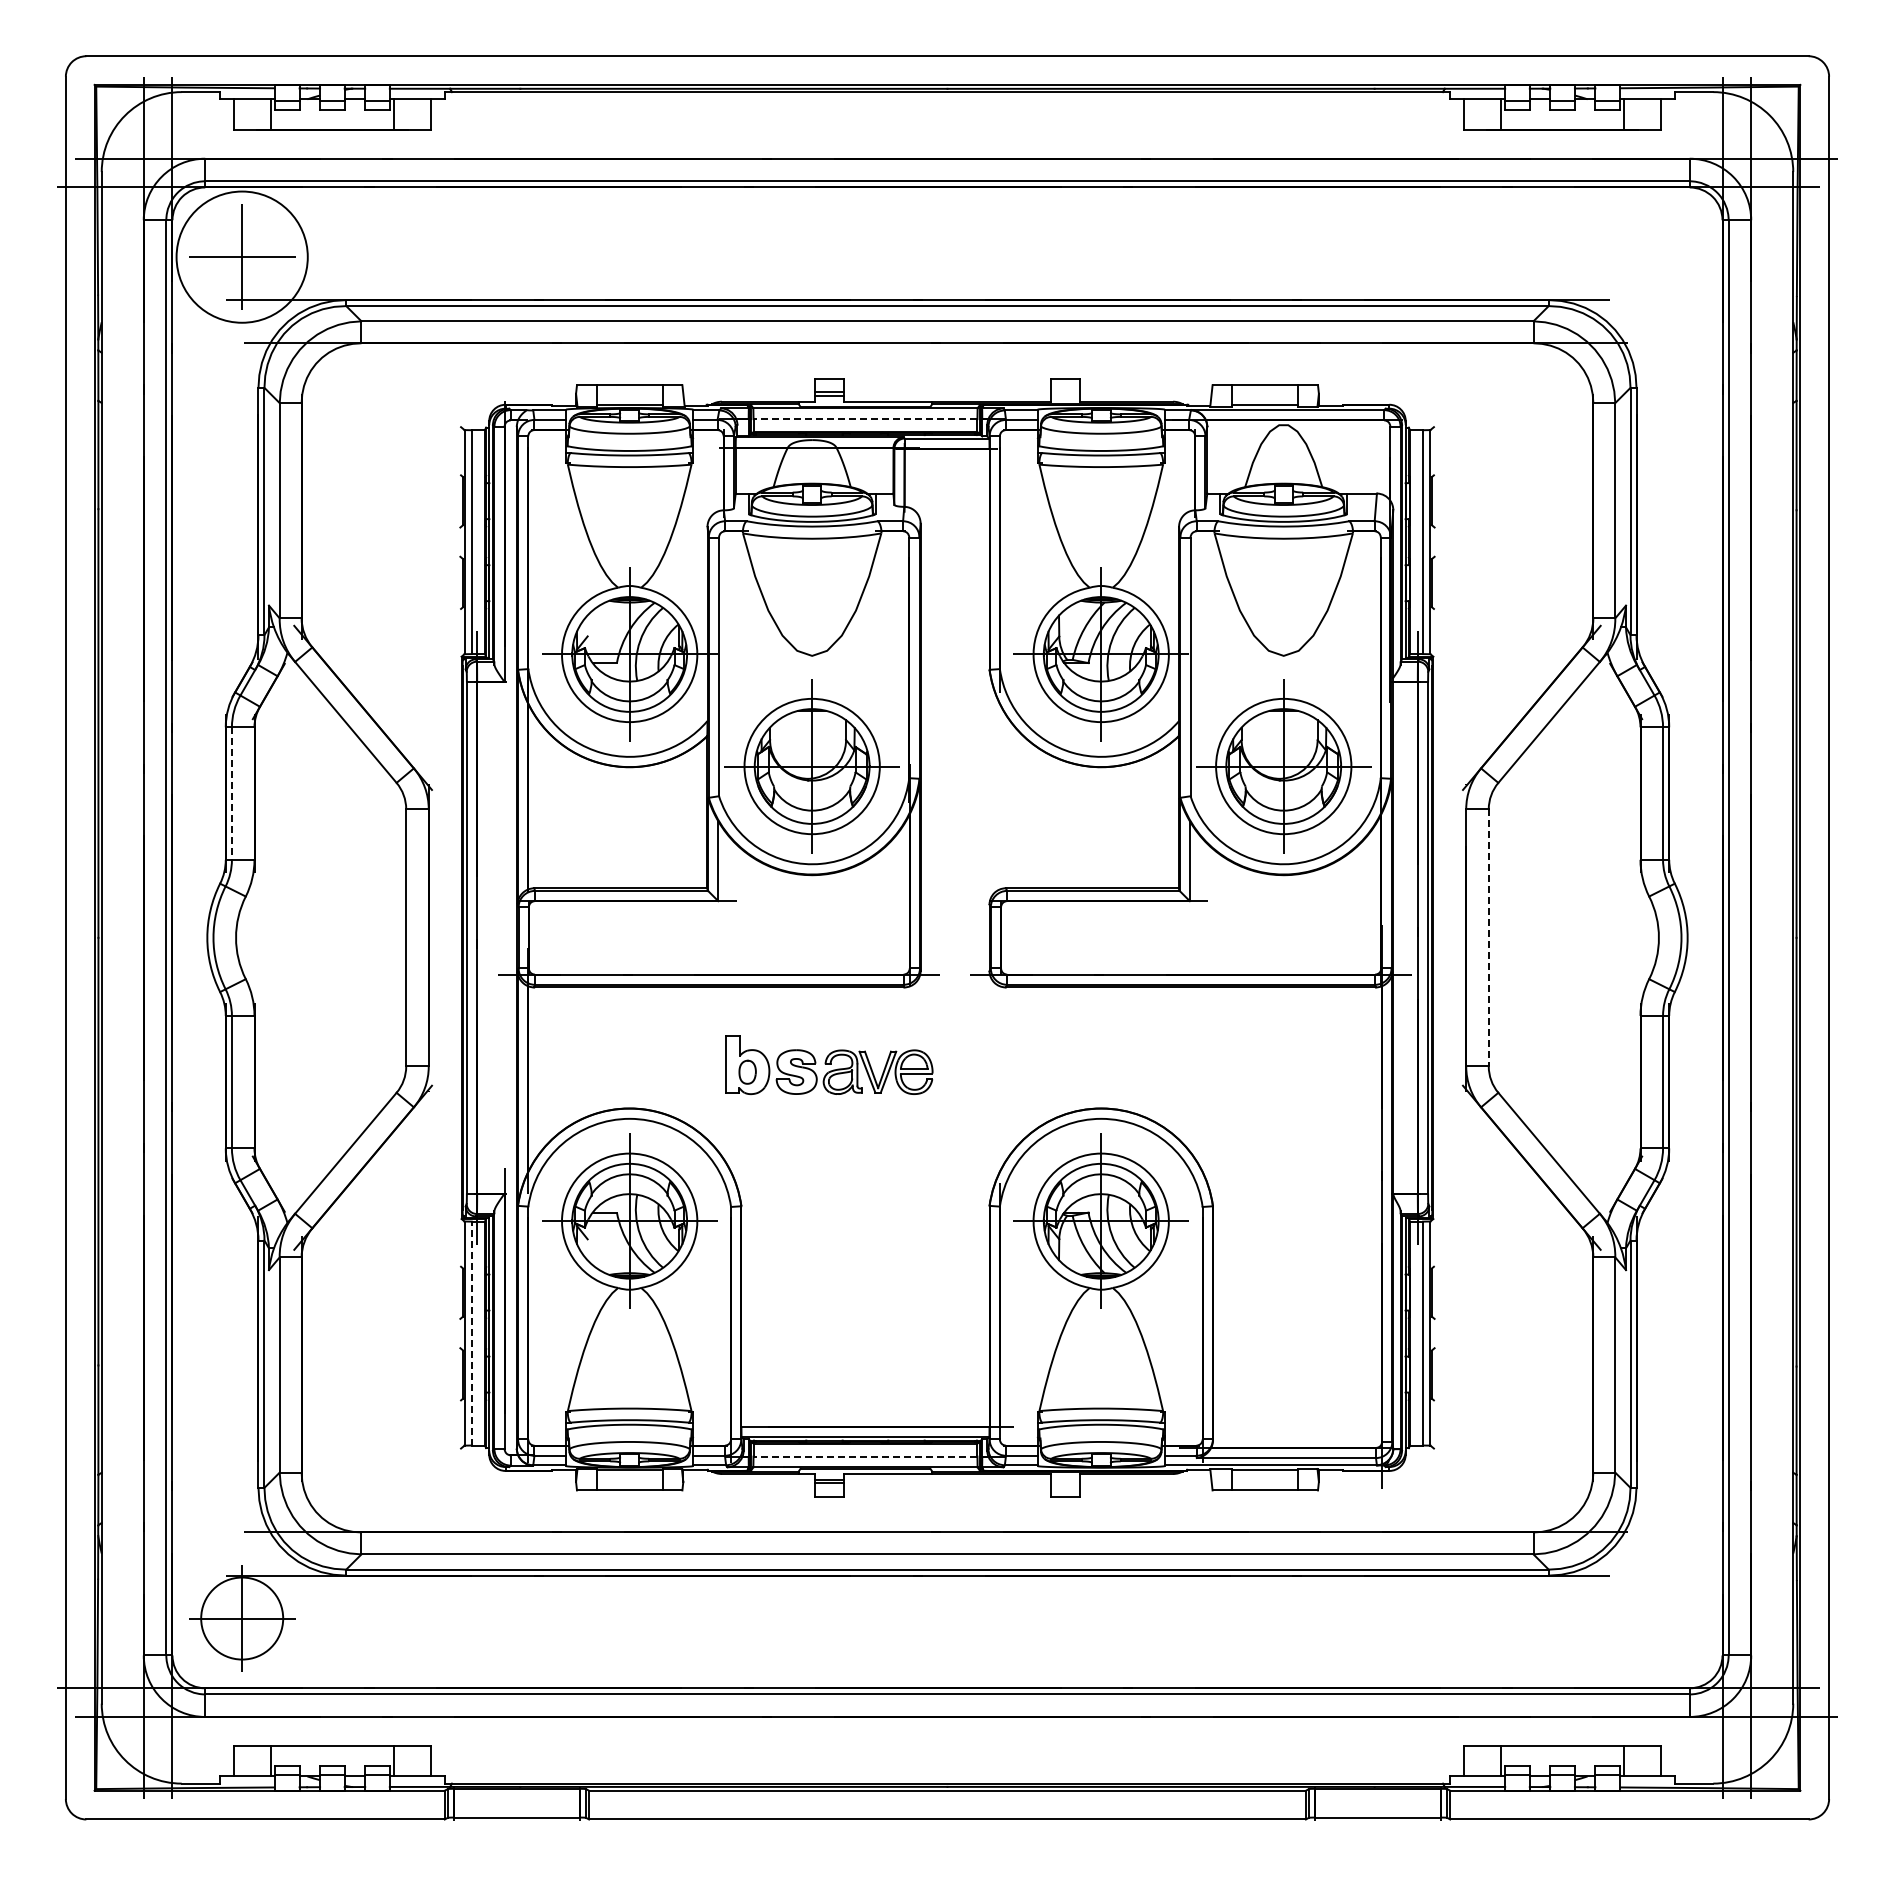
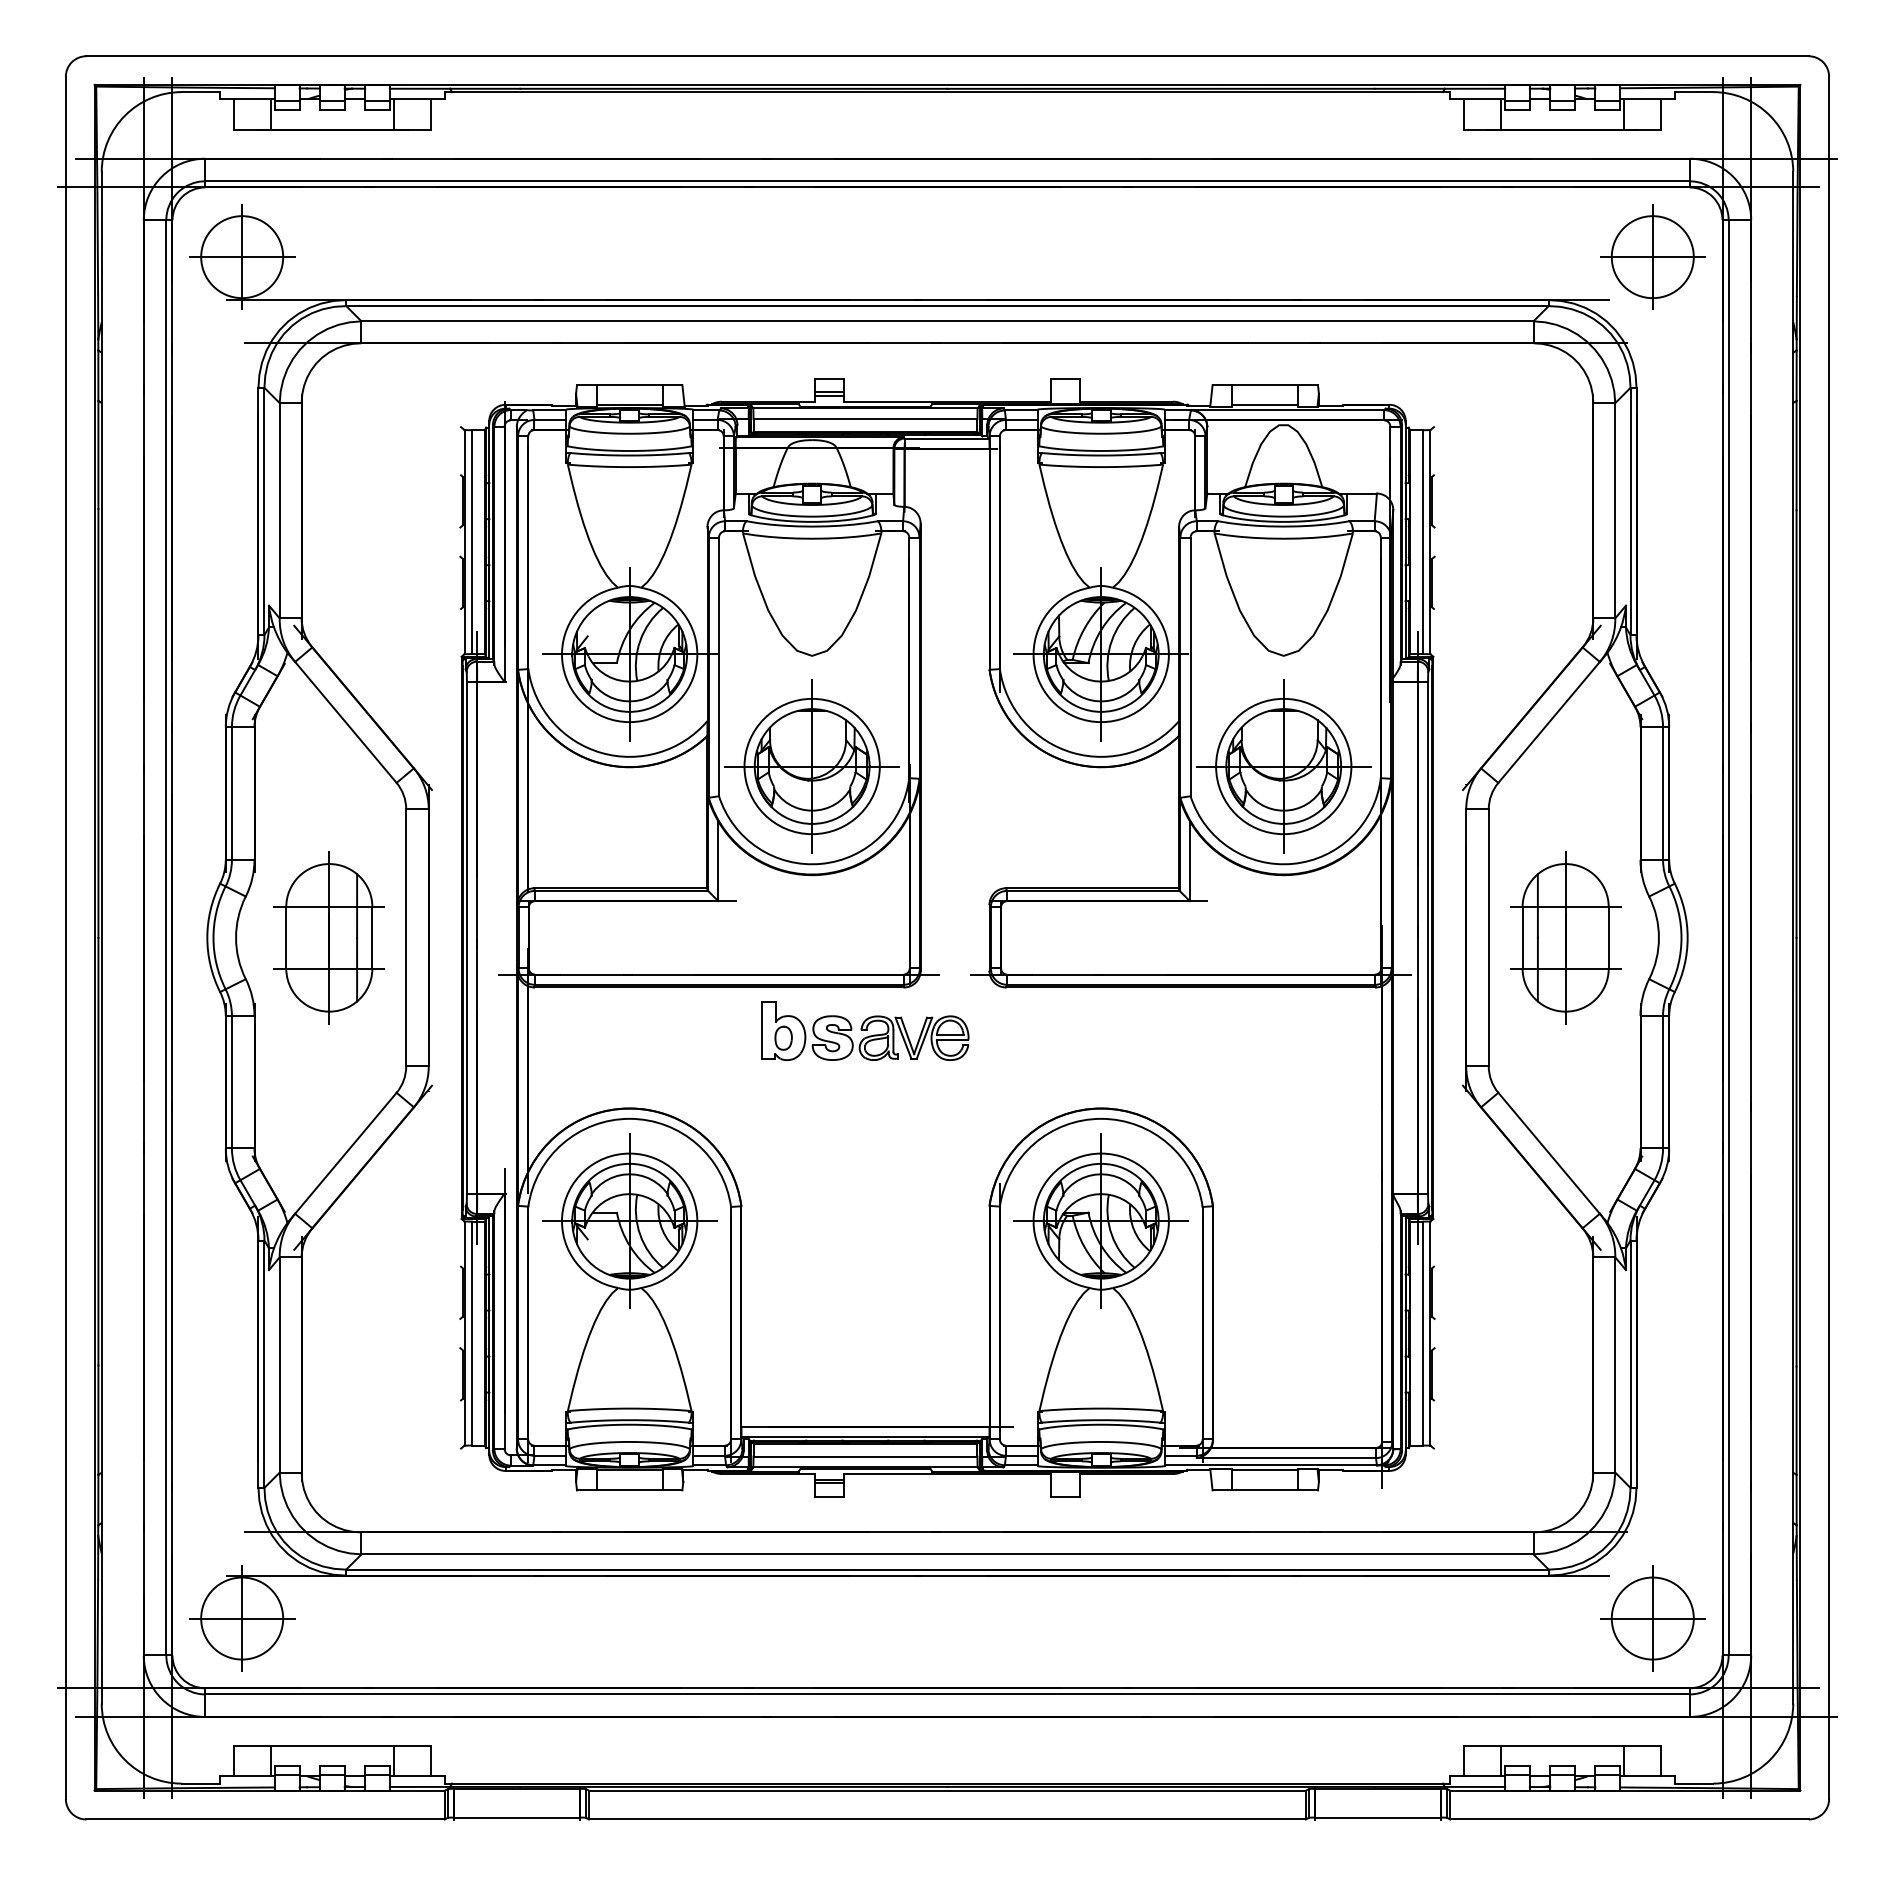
circle at (241, 256) diameter: 131 px -> 82 px
part at (1652, 256): none -> present
line at (865, 419): dashed -> solid
line at (231, 794): dashed -> solid
part at (328, 937): none -> present
line at (1488, 937): dashed -> solid
part at (1565, 937): none -> present
part at (829, 1064) position: (829, 1064) -> (865, 1030)
line at (471, 1333): dashed -> solid
line at (865, 1456): dashed -> solid
part at (1652, 1618): none -> present
